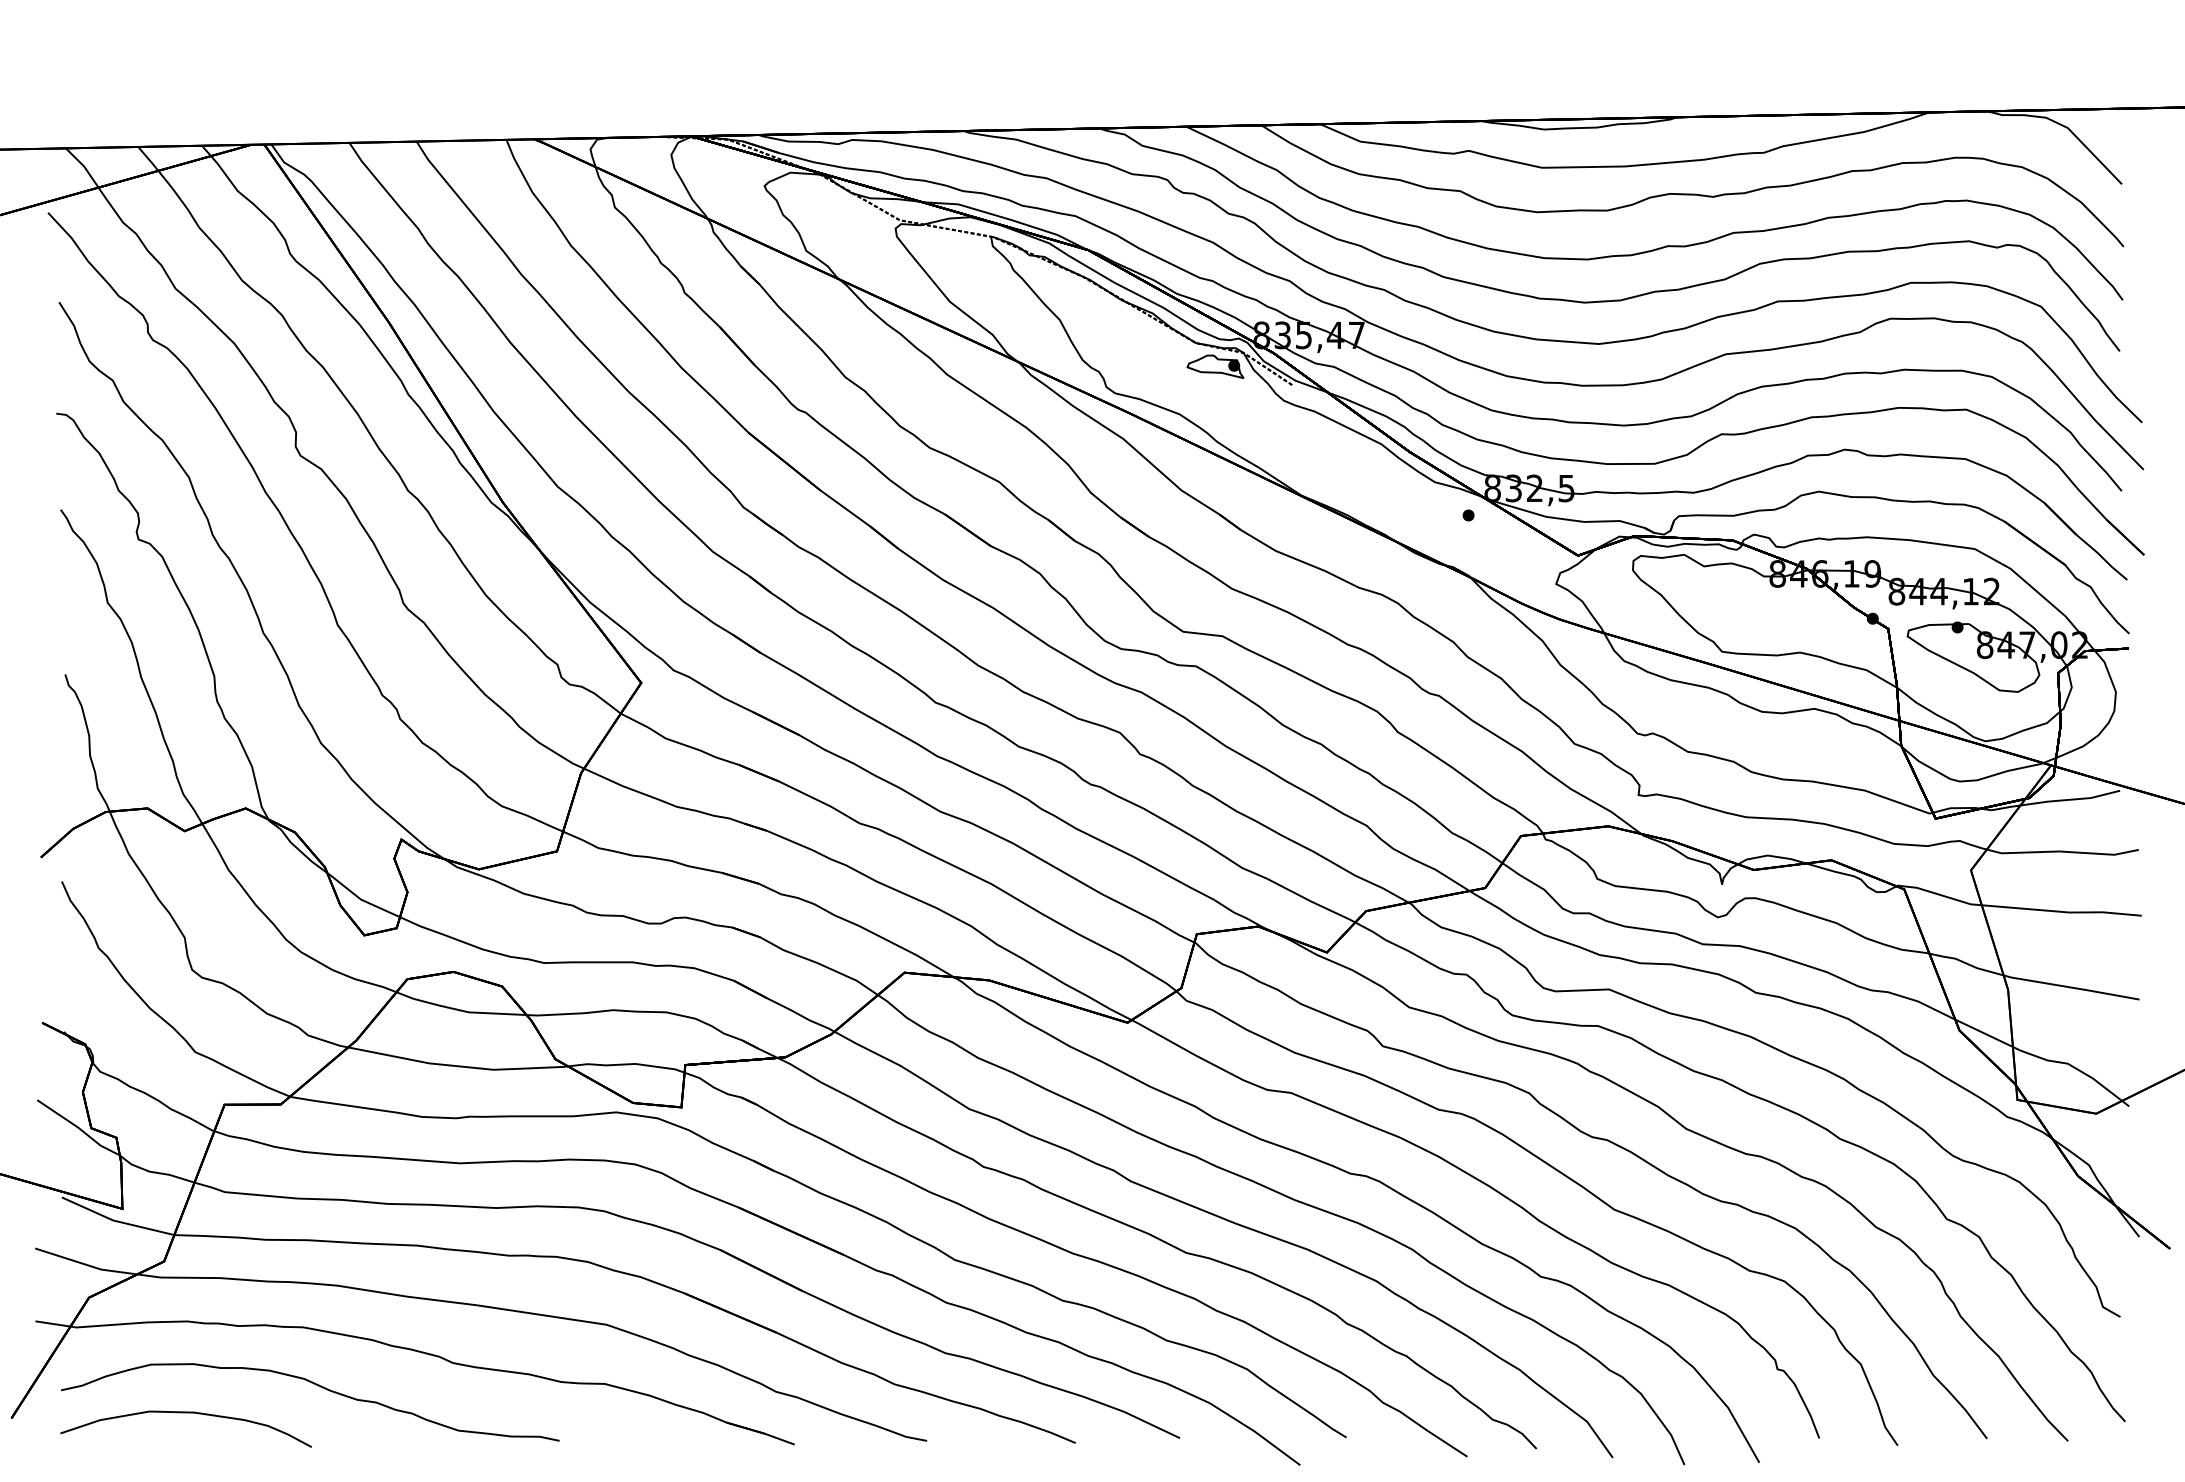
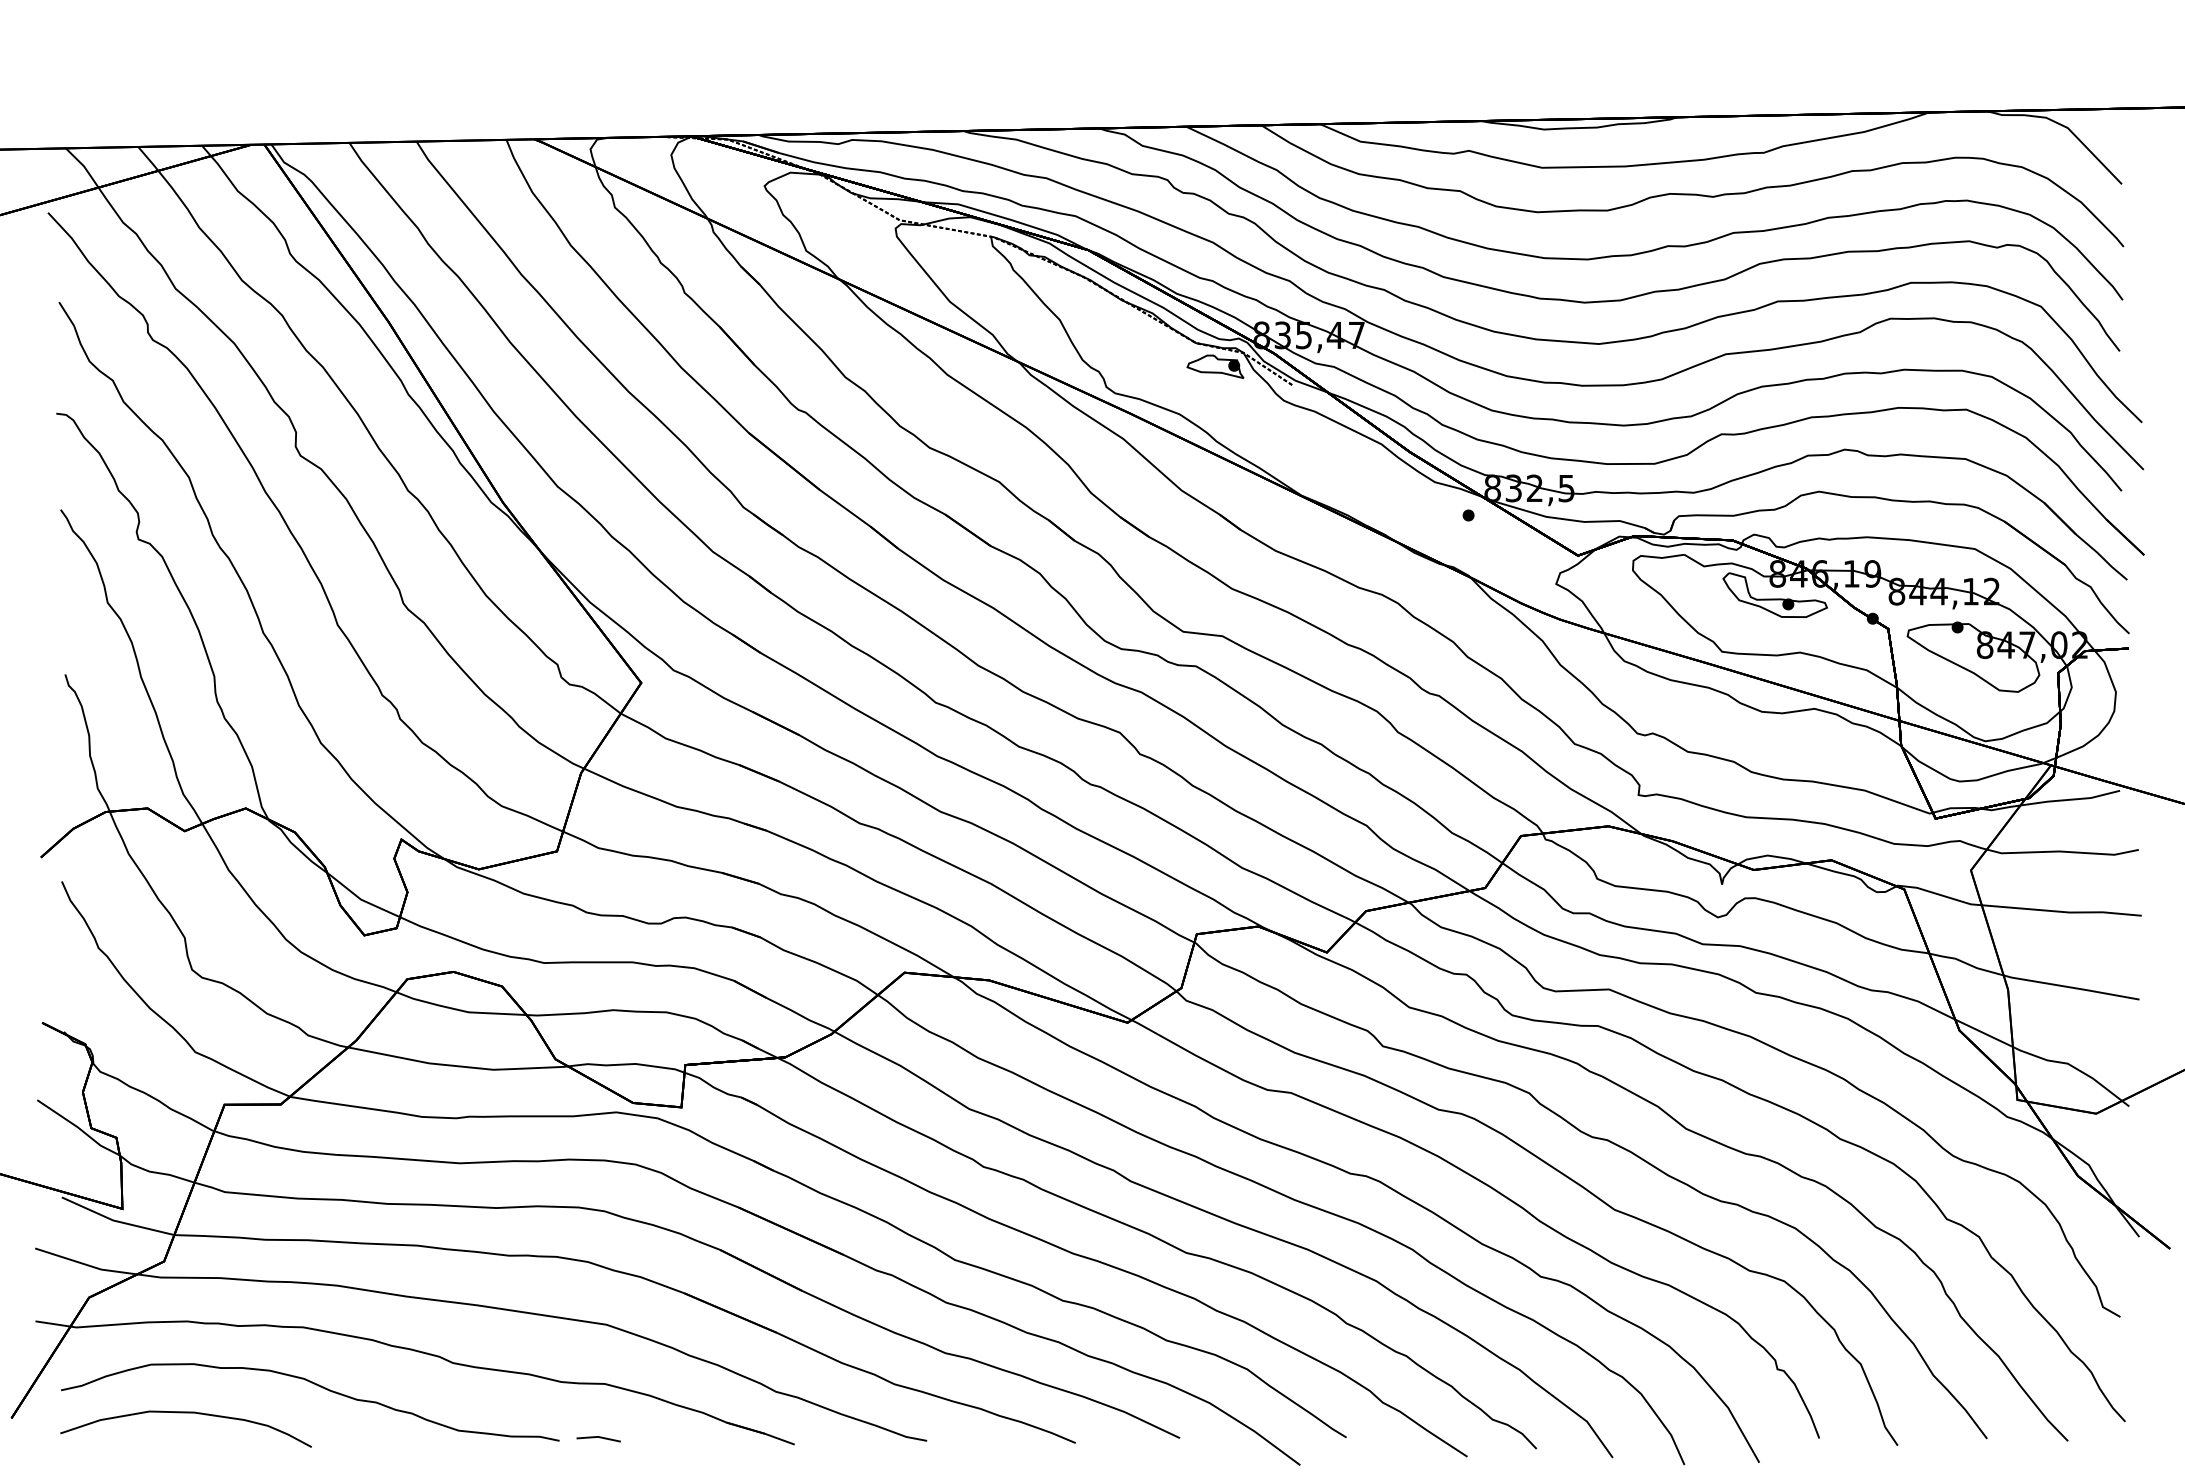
part at (1774, 594): none -> present
line at (599, 1438): none -> present
